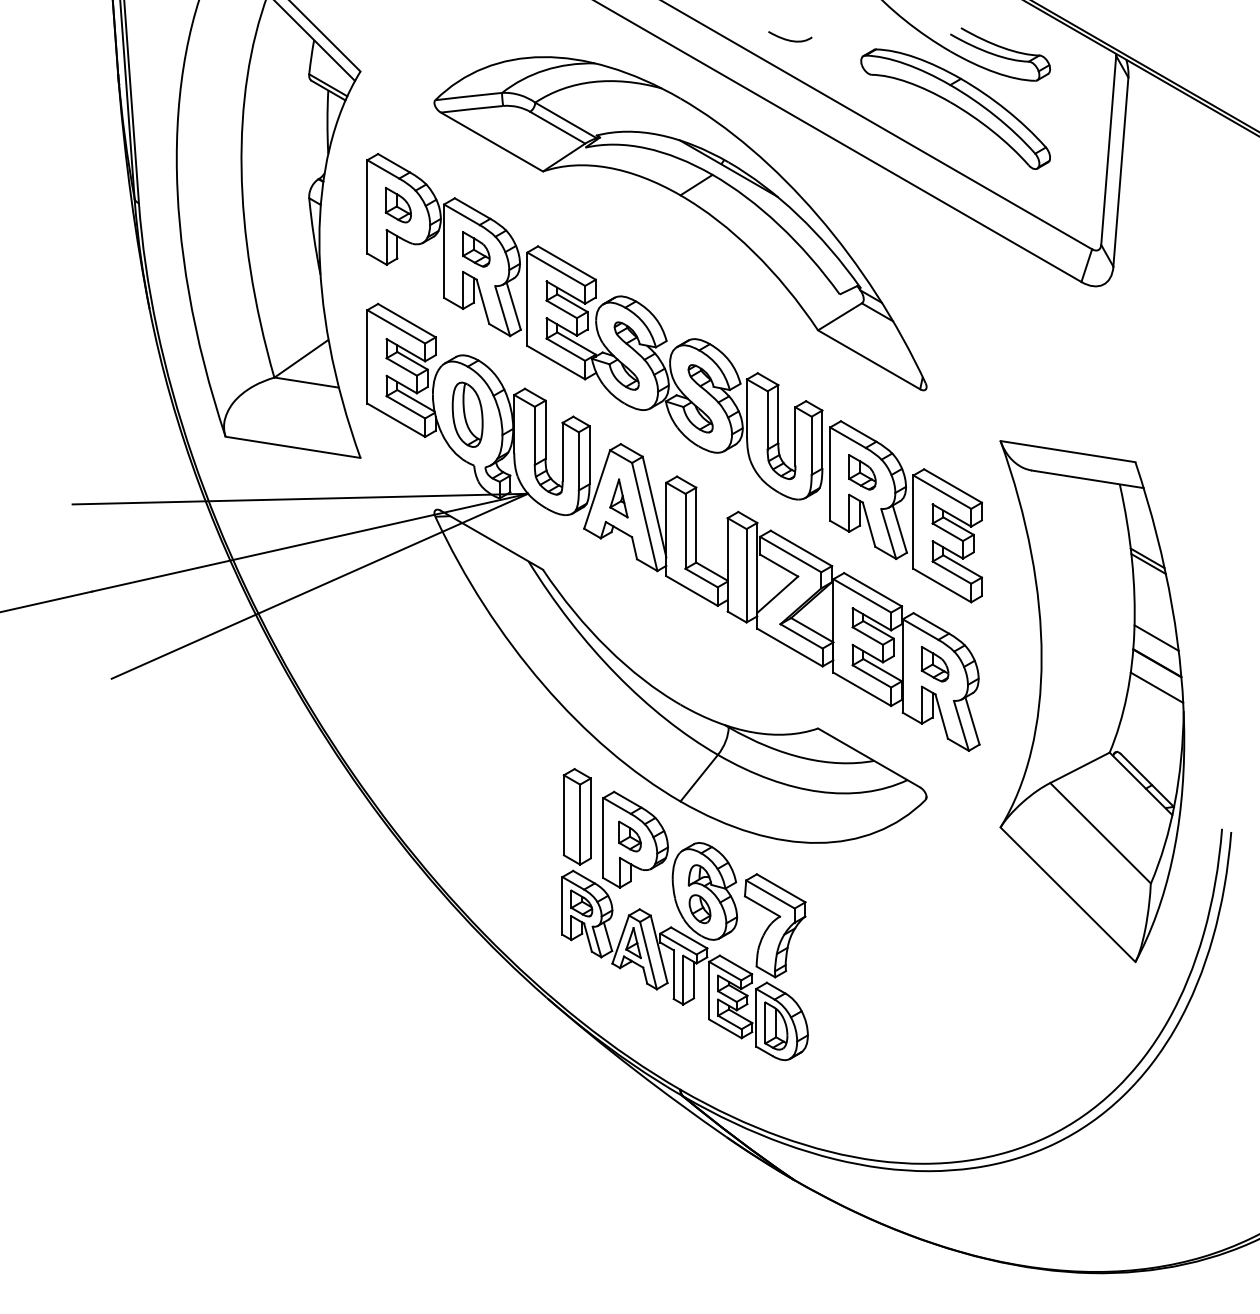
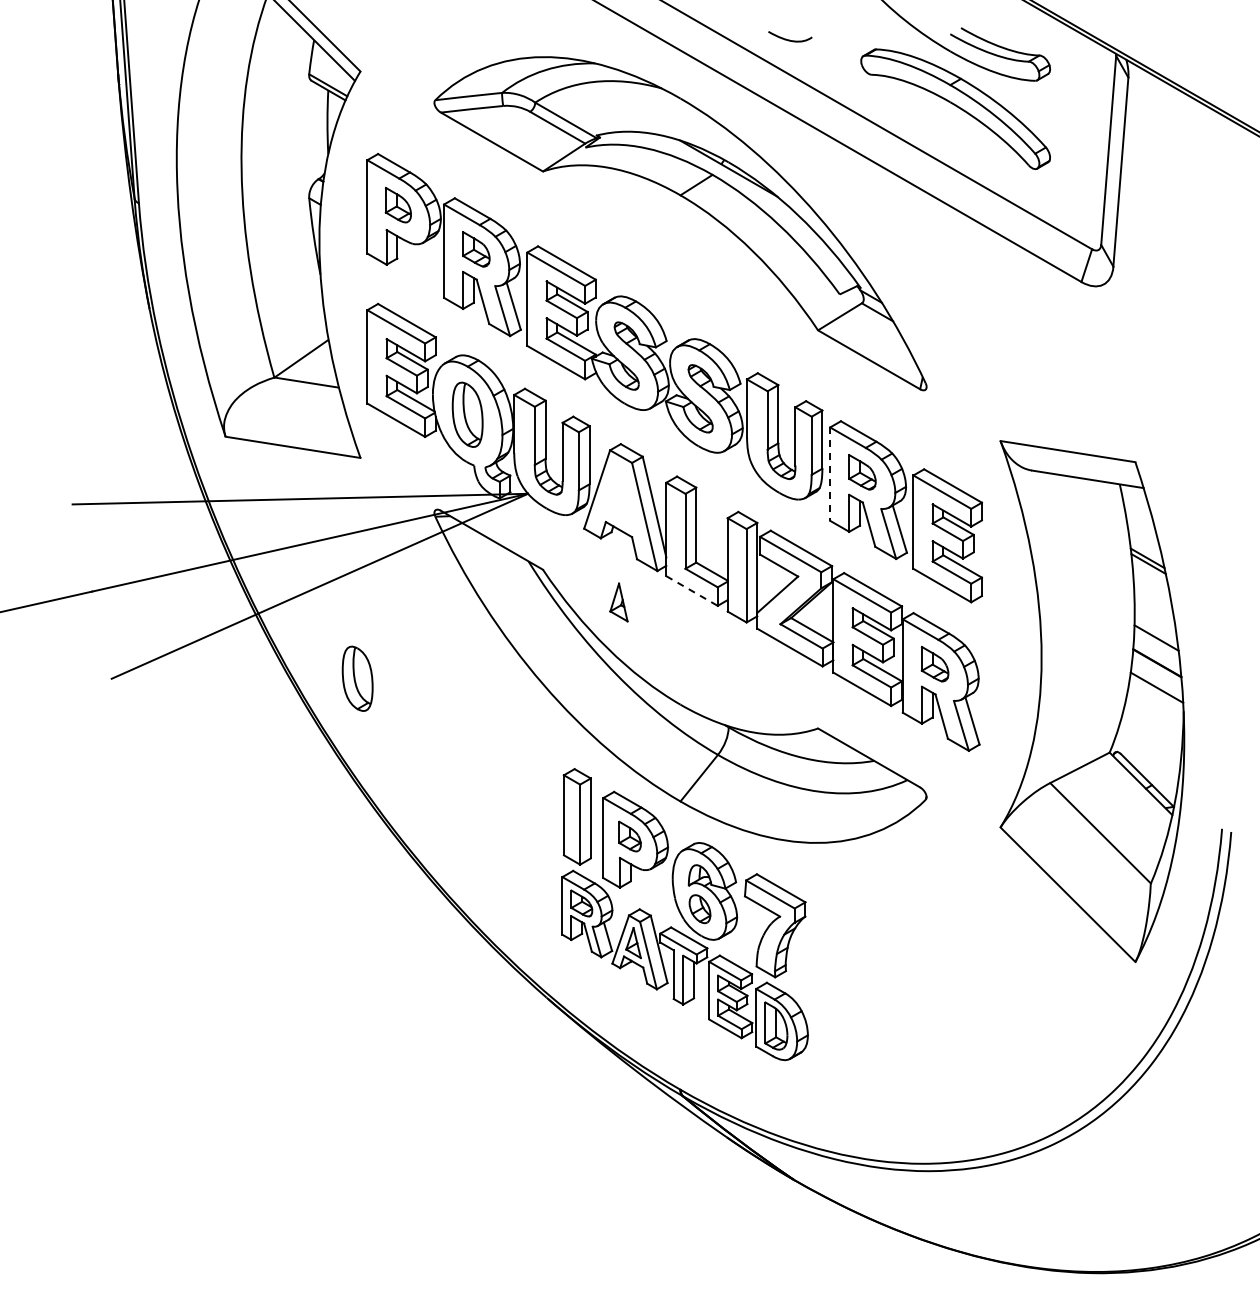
line at (830, 474): solid -> dashed
part at (618, 498) position: (618, 498) -> (618, 602)
line at (692, 591): solid -> dashed
part at (357, 678): none -> present
